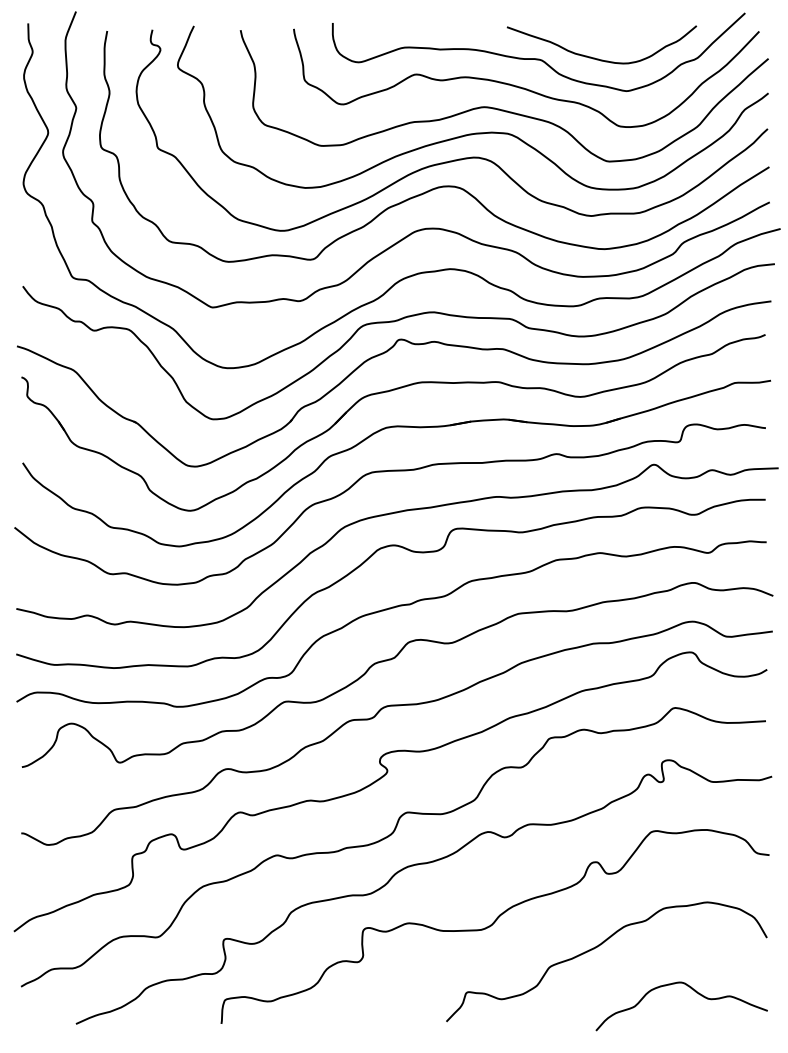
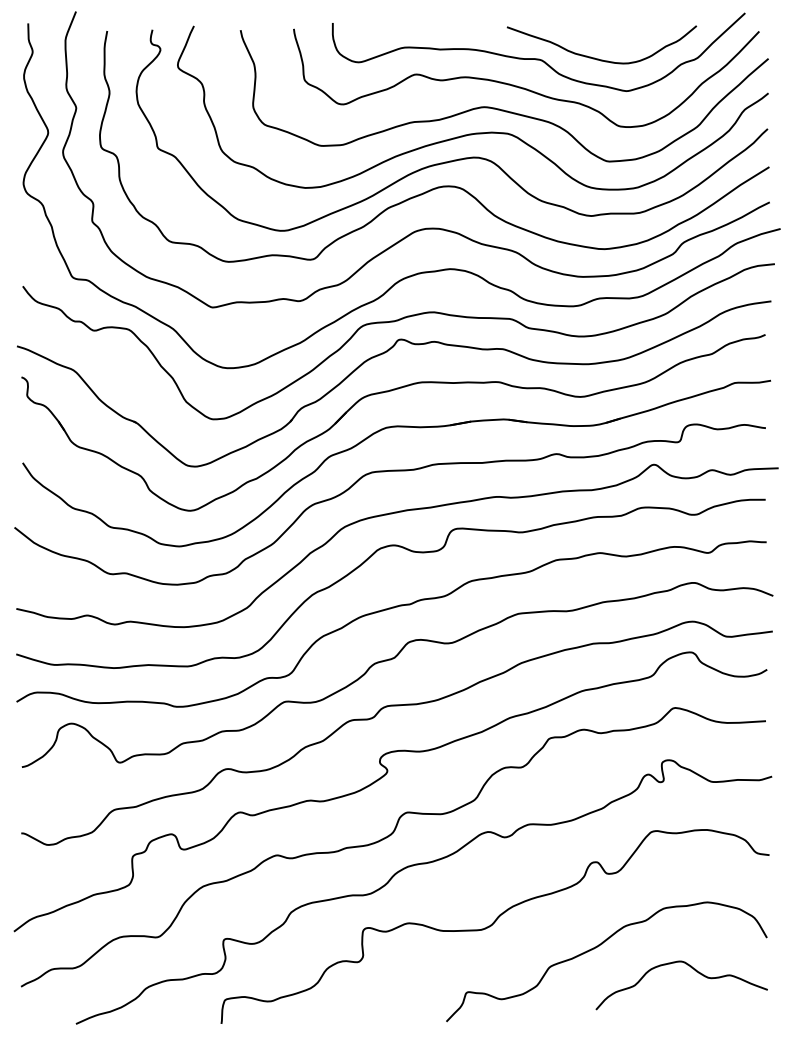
curve at (691, 989) position: (691, 989) -> (691, 968)
